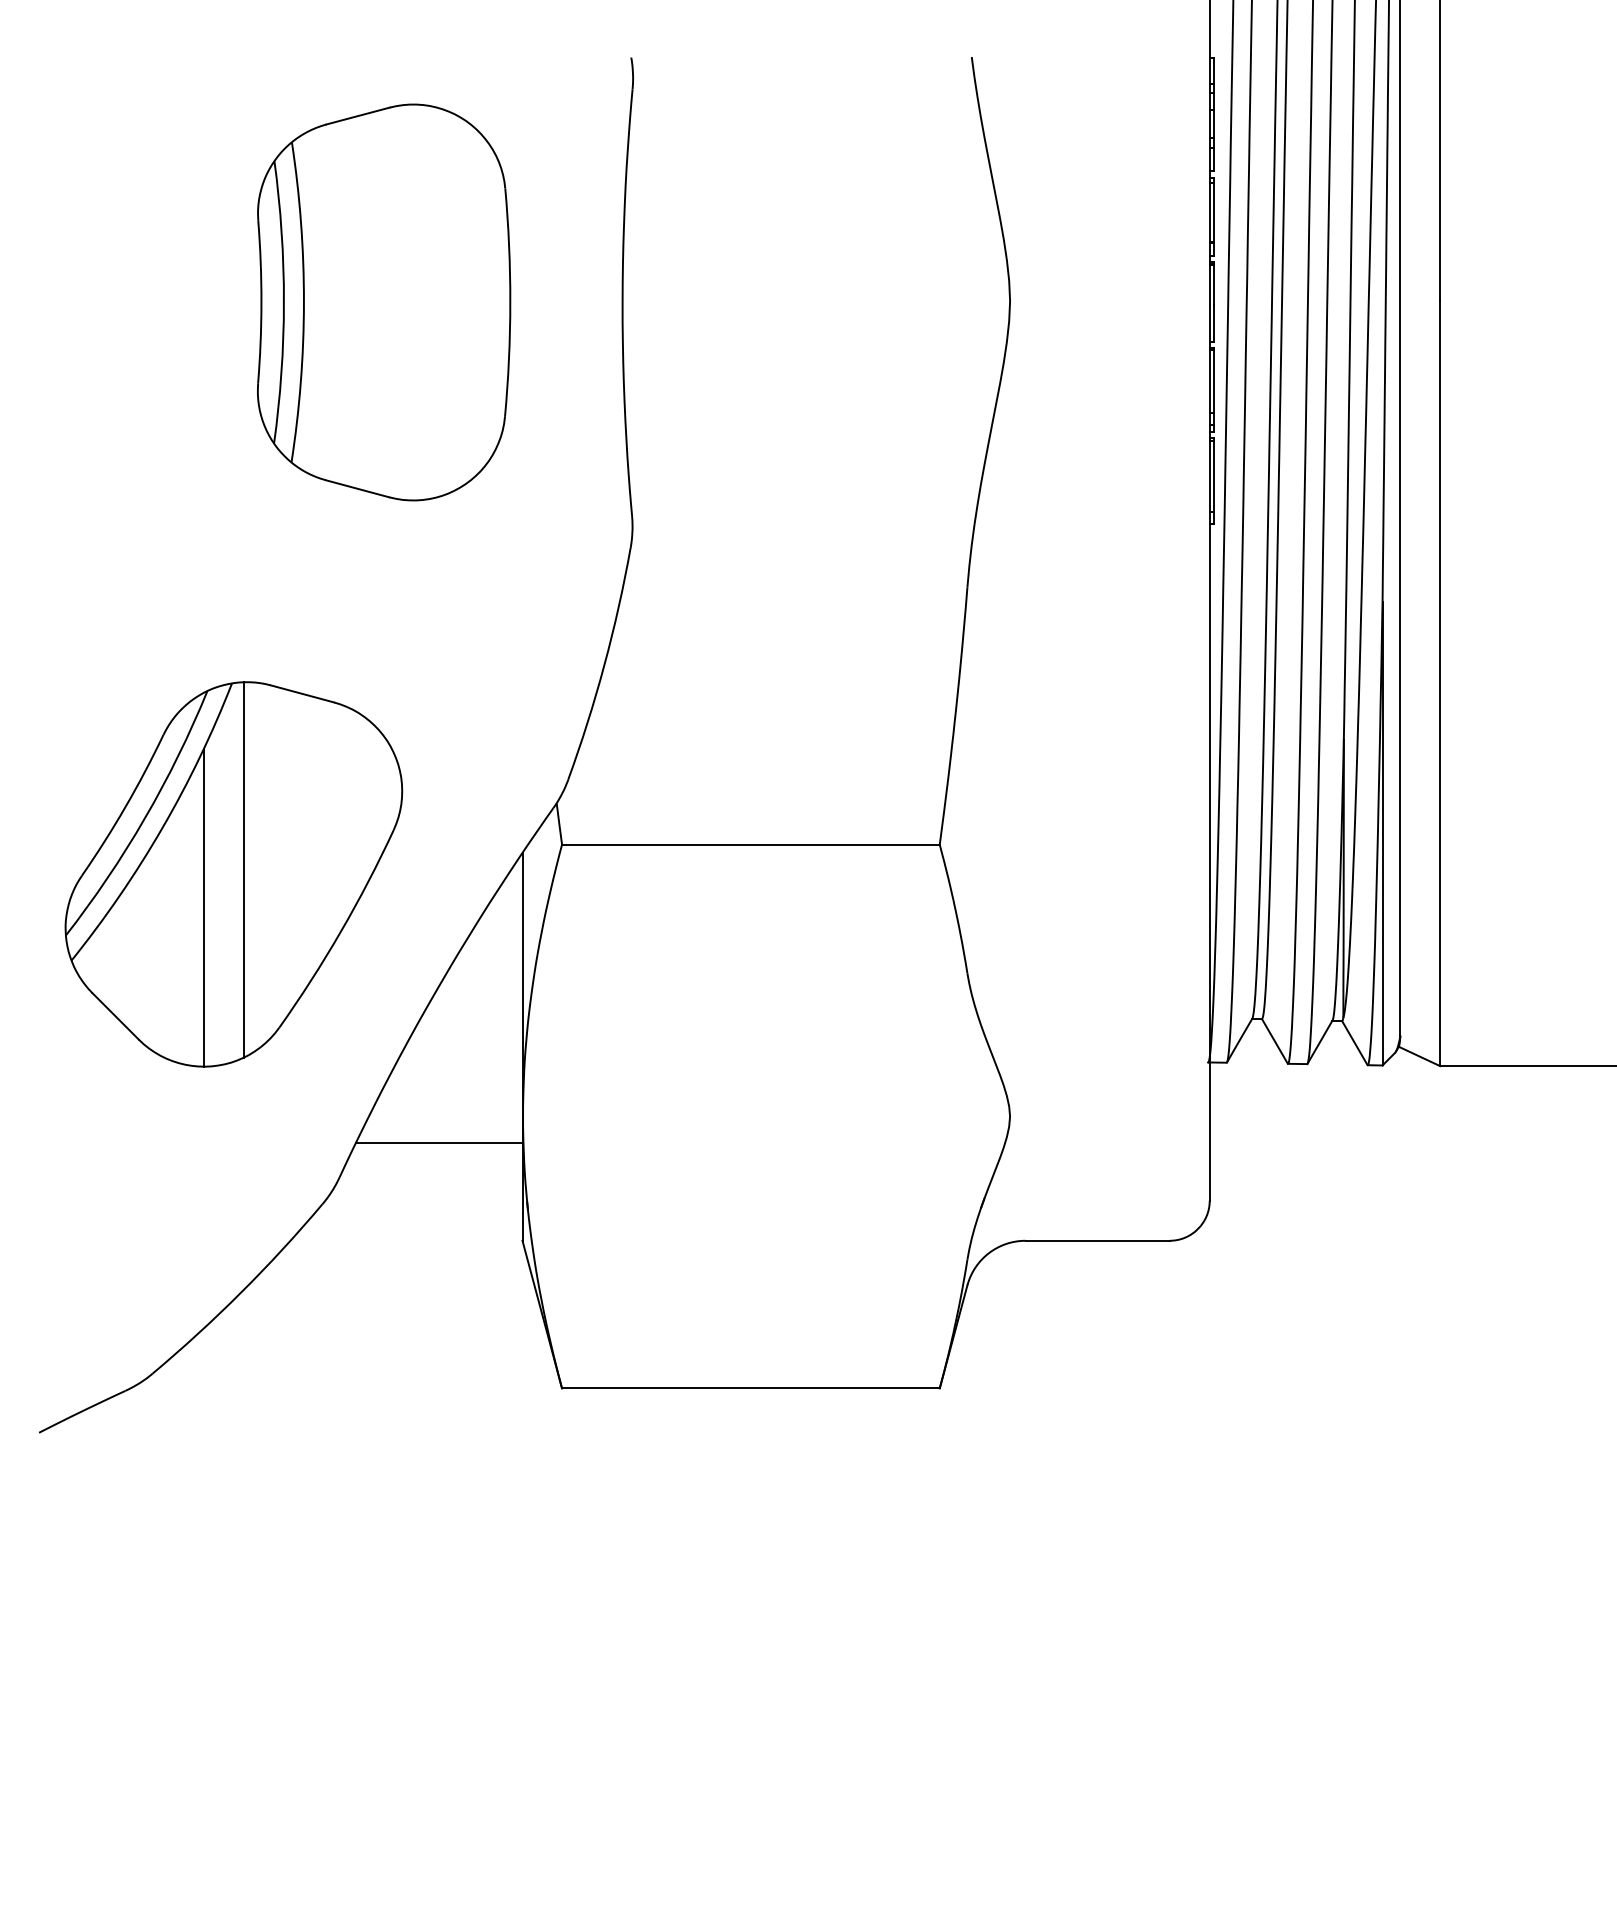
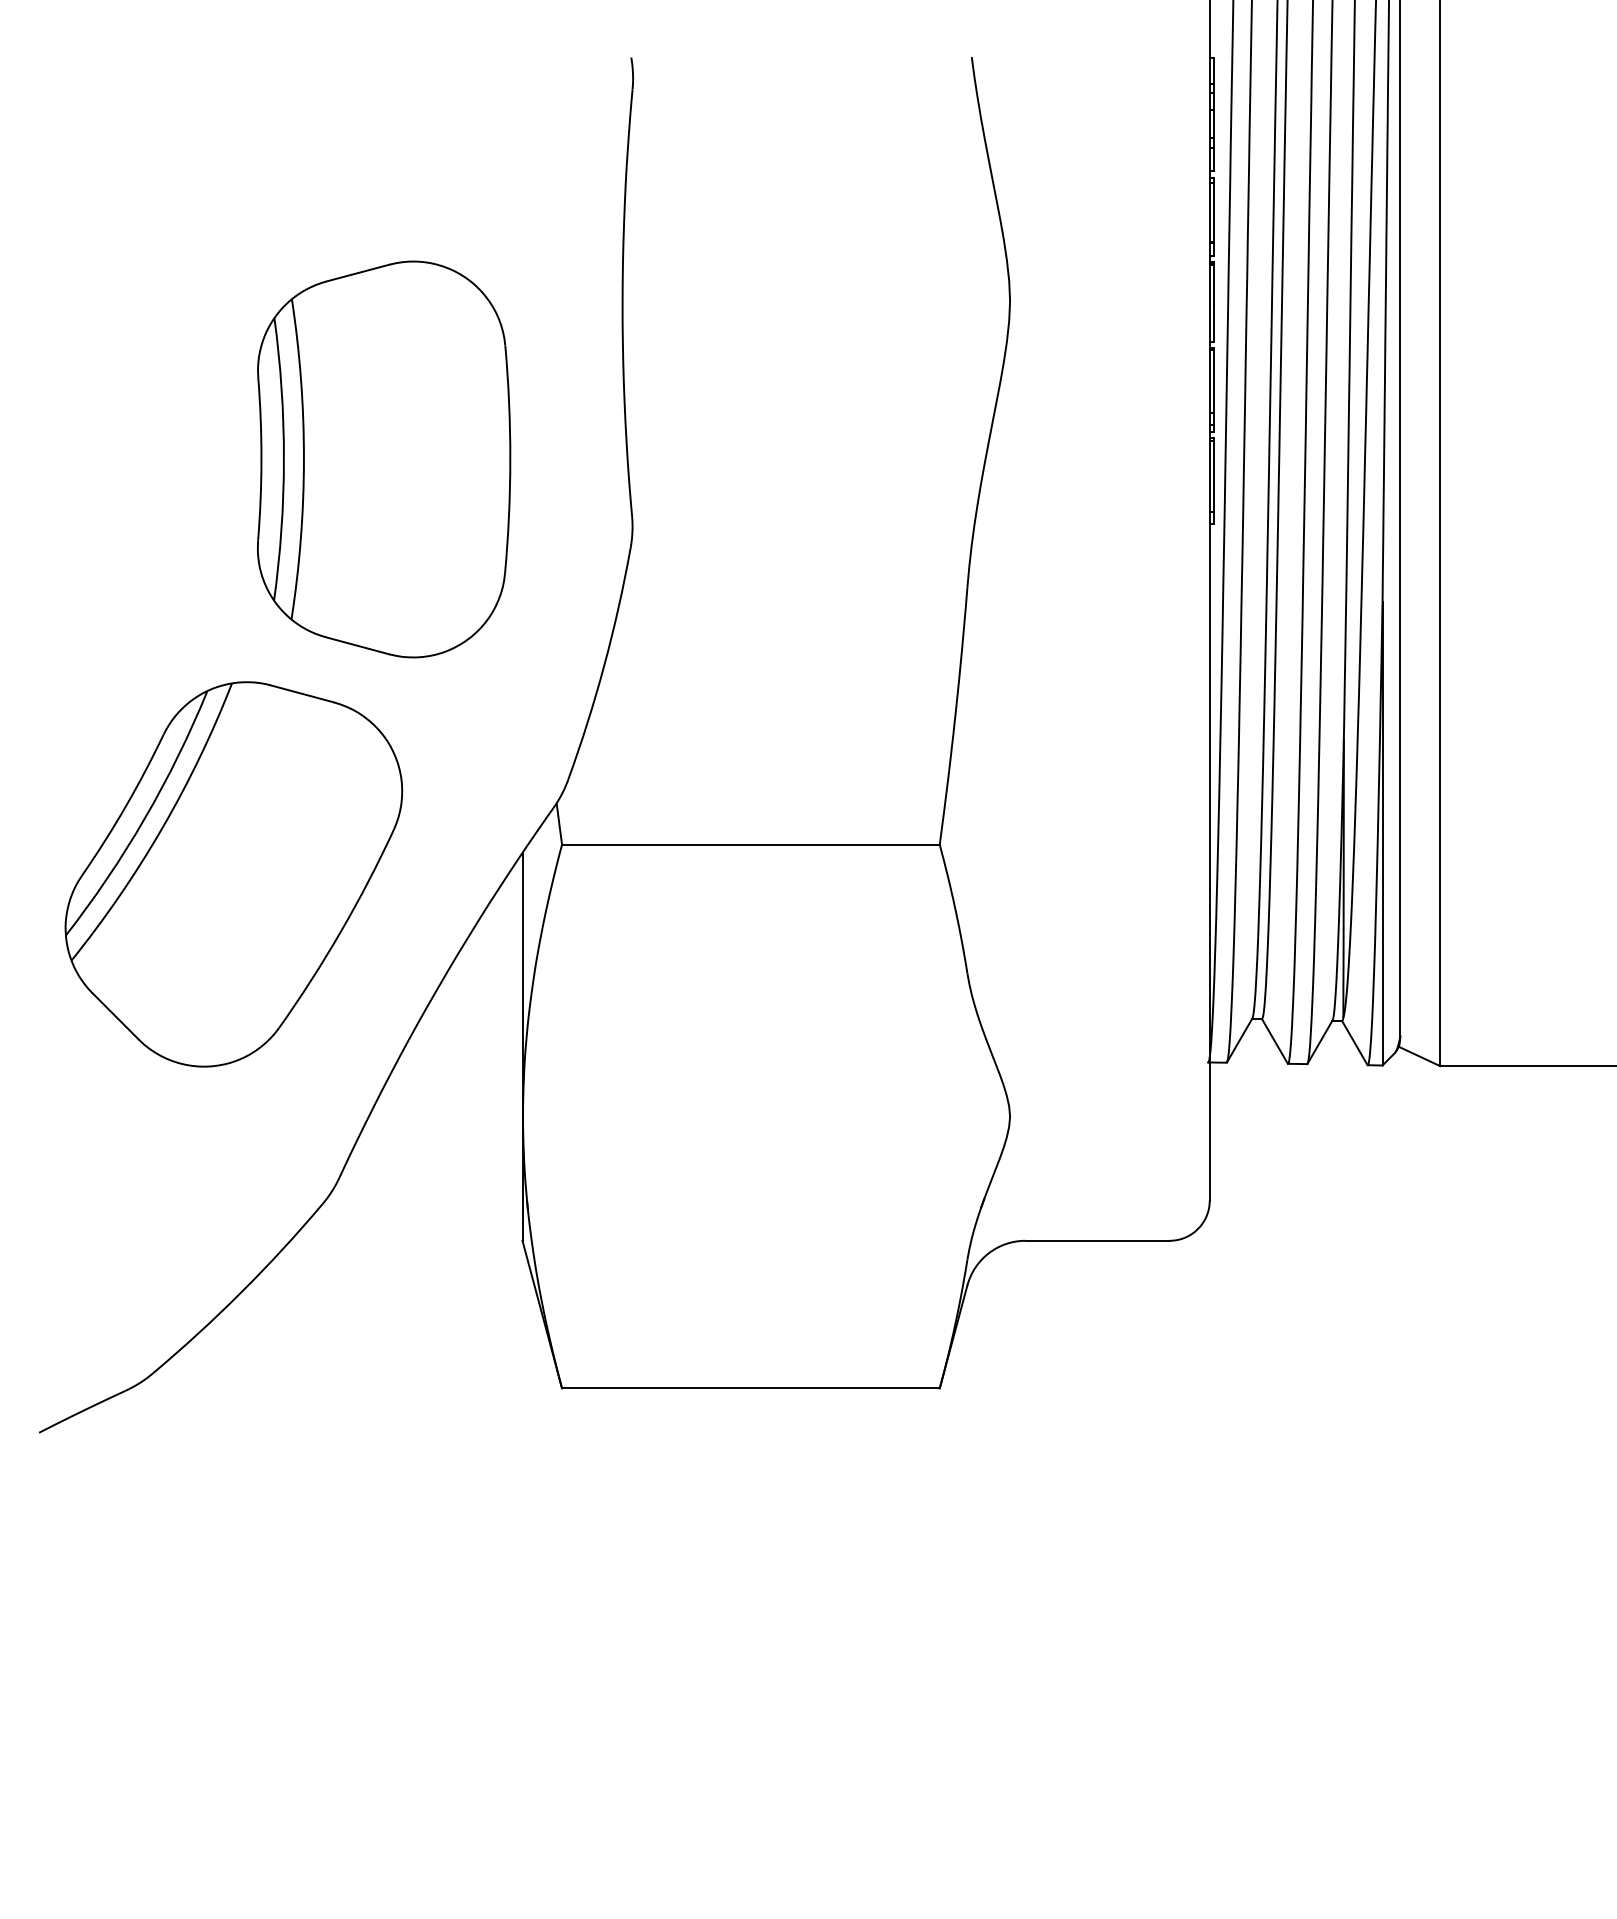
part at (384, 302) position: (384, 302) -> (384, 459)
line at (243, 869): present -> none
line at (203, 907): present -> none
line at (439, 1142): present -> none
